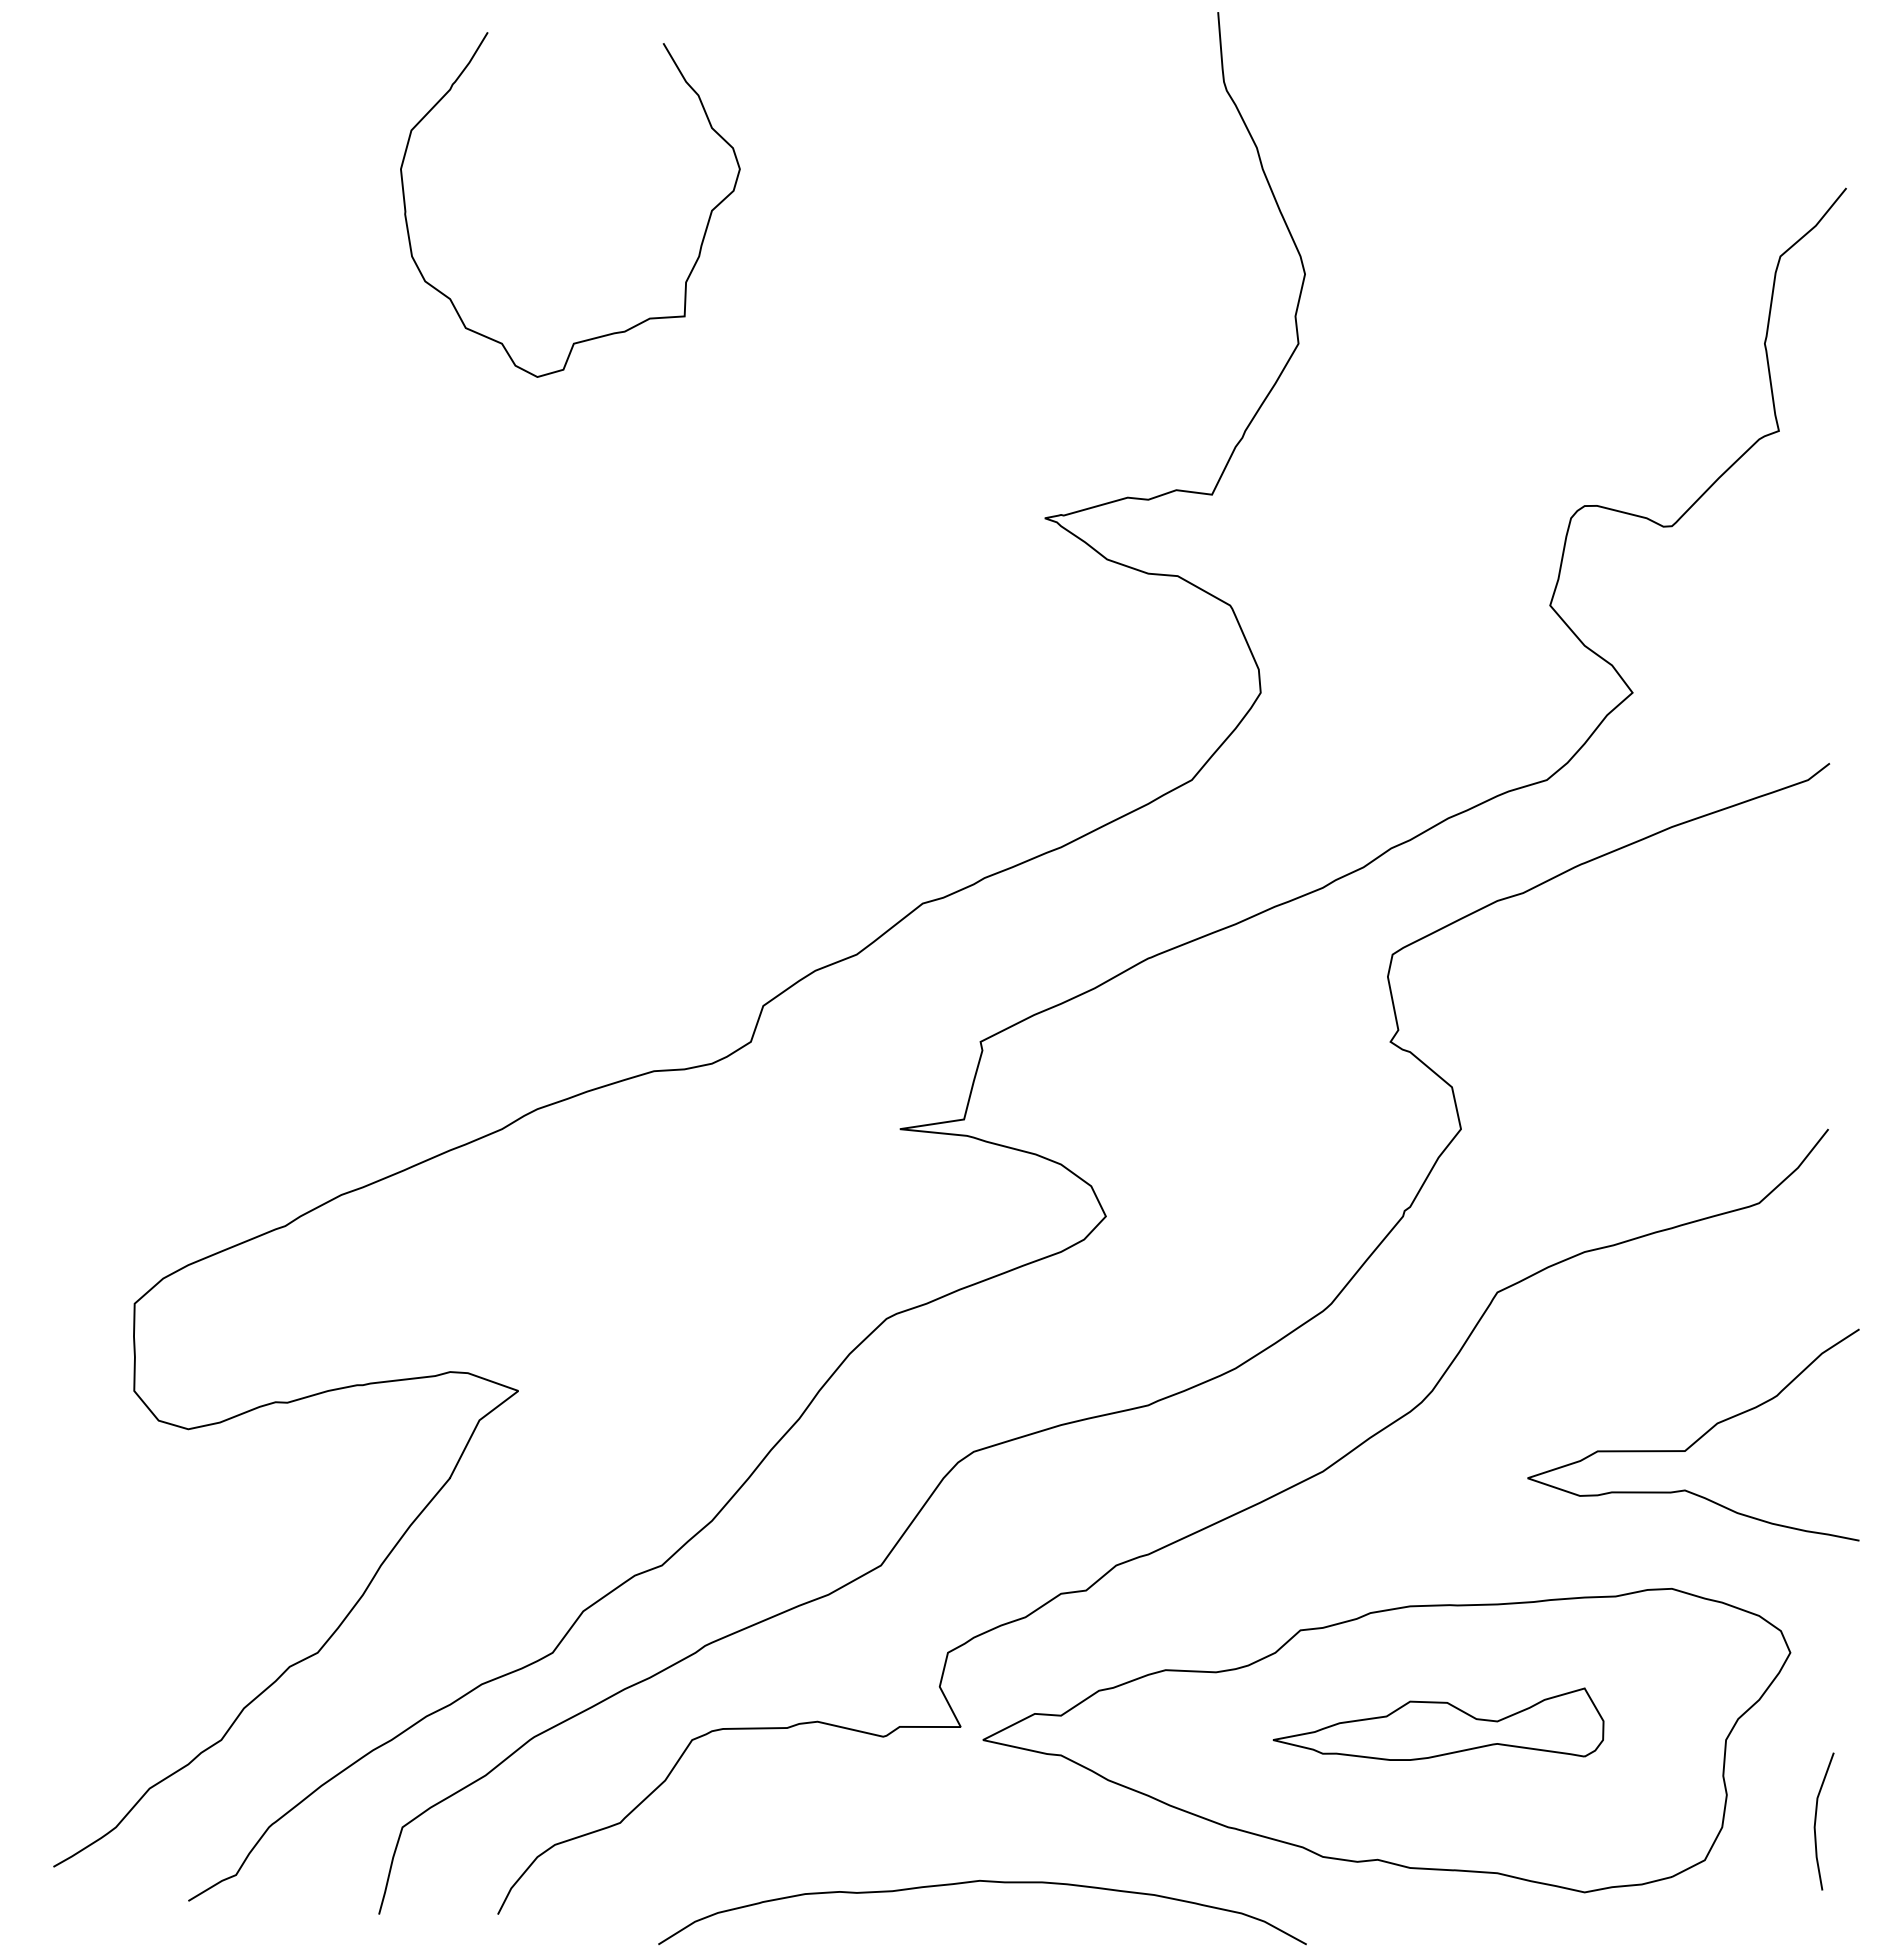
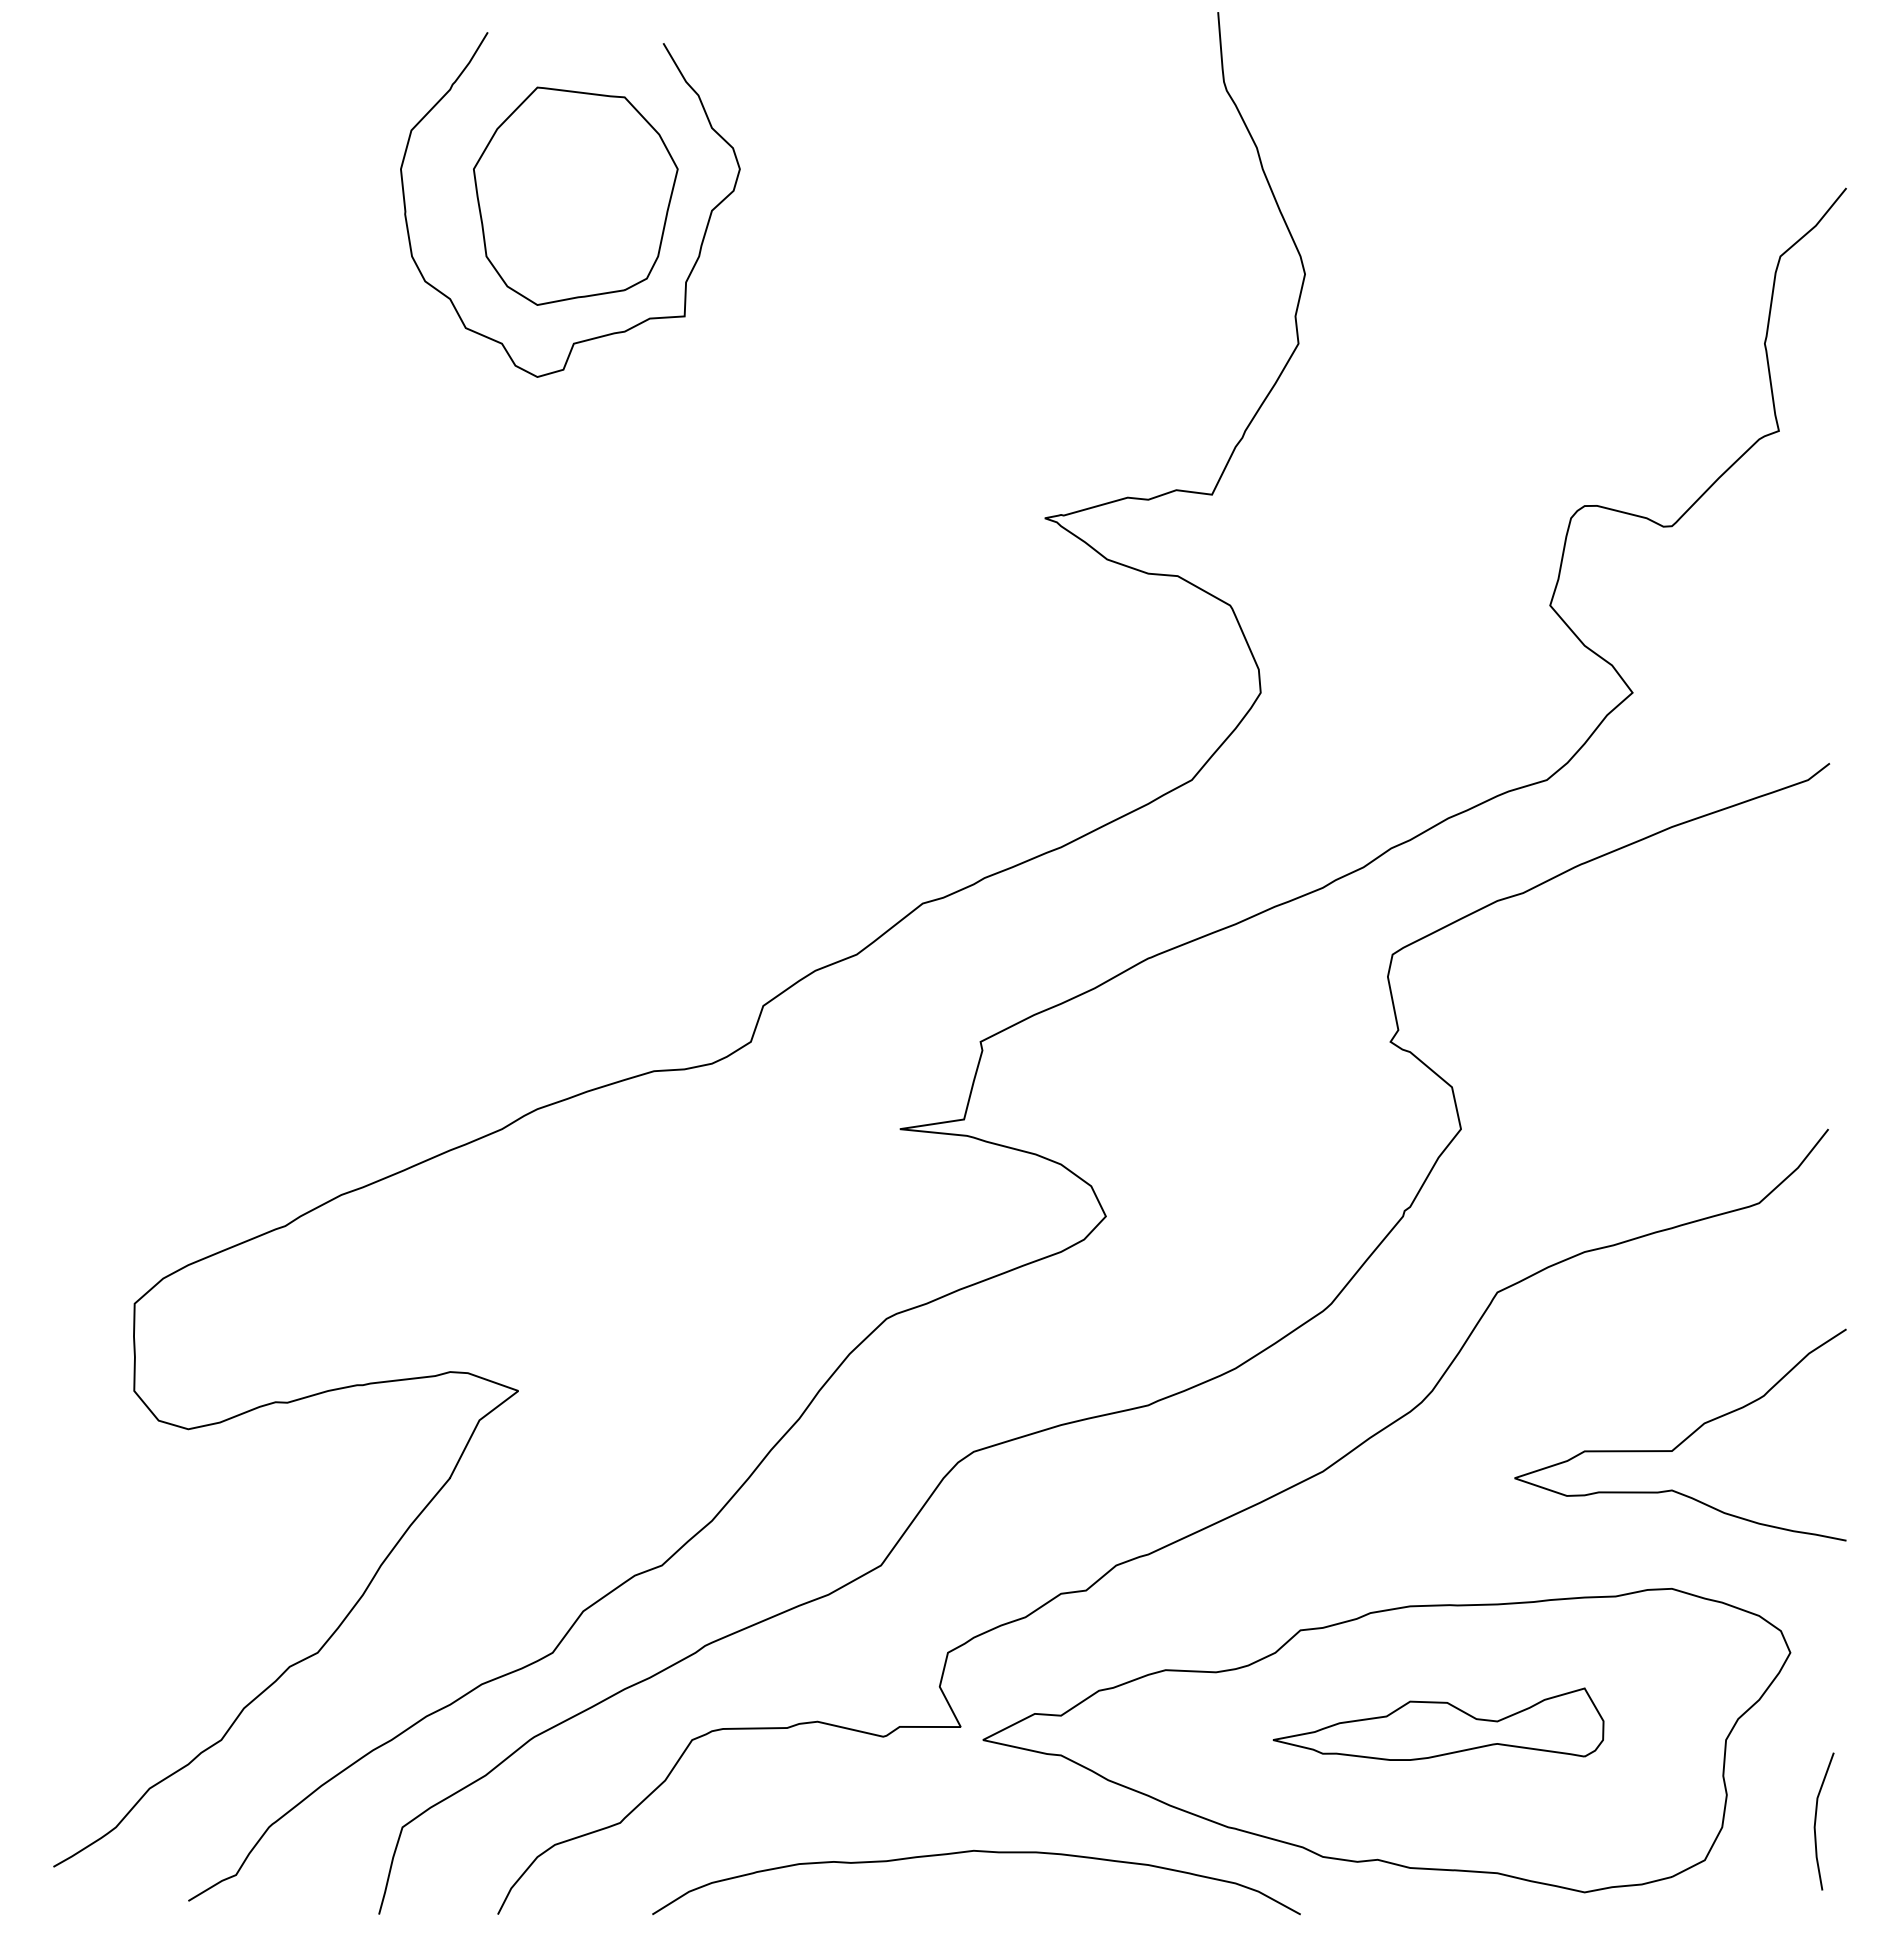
part at (575, 195): none -> present
curve at (1695, 1440) position: (1695, 1440) -> (1682, 1440)
curve at (986, 1882) position: (986, 1882) -> (980, 1852)
